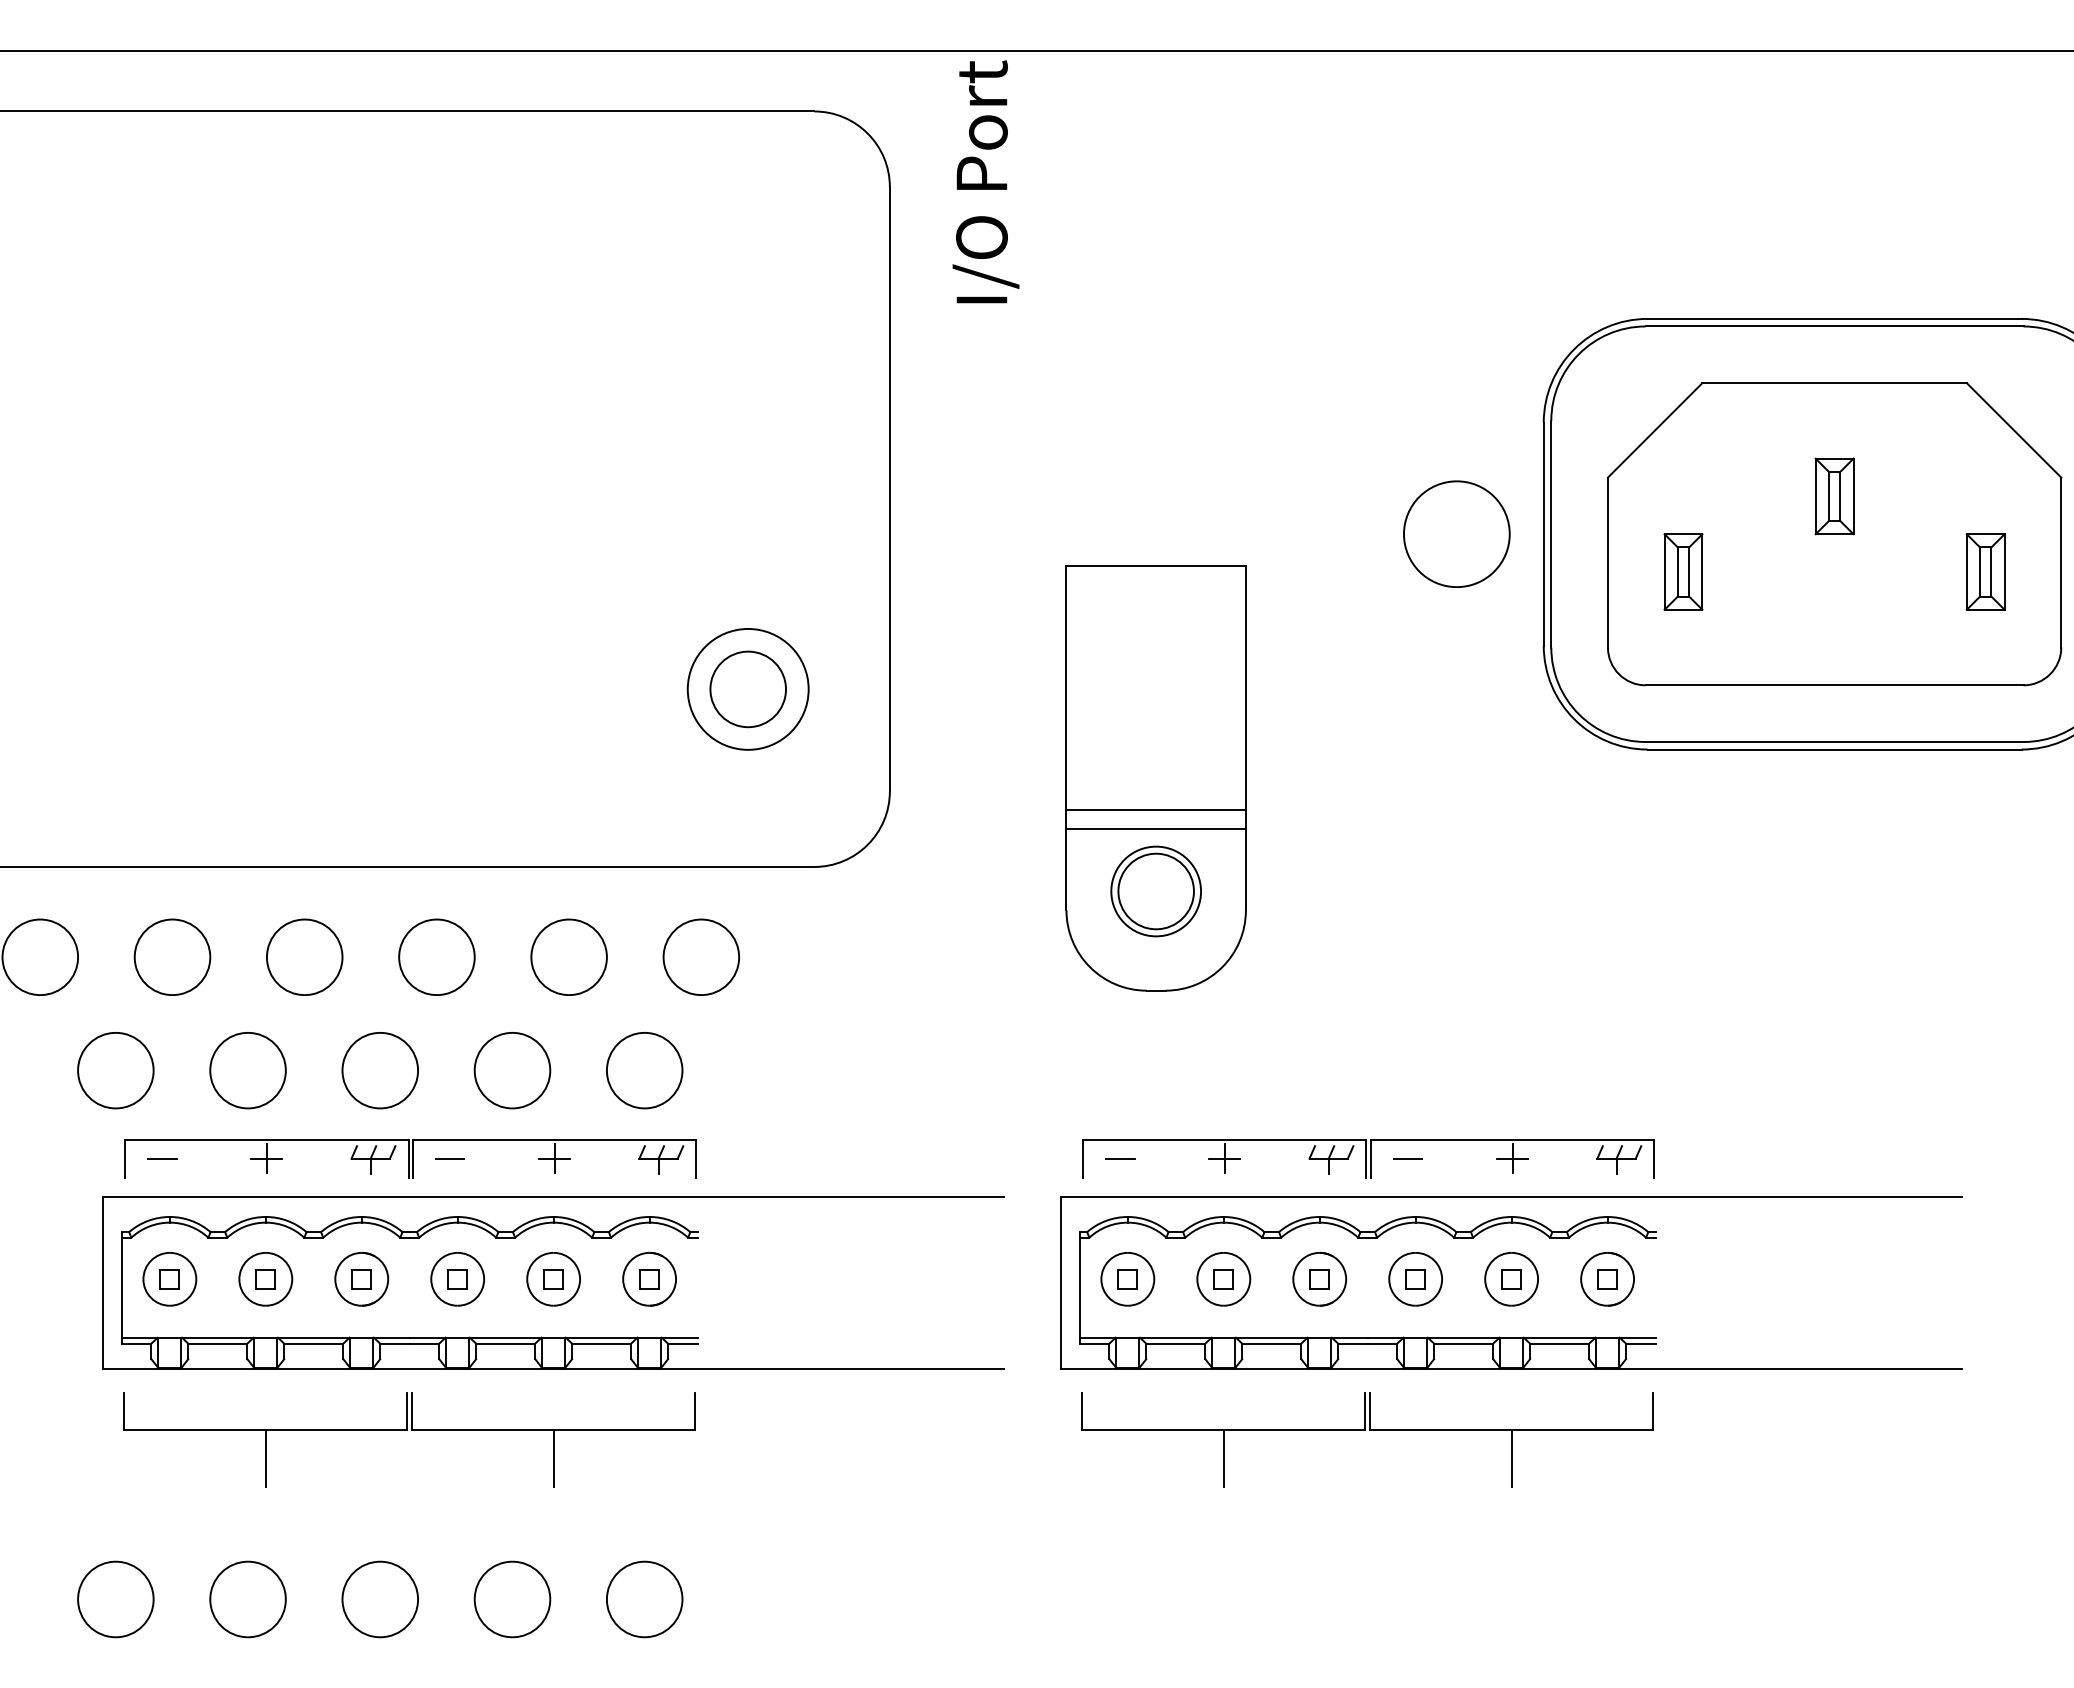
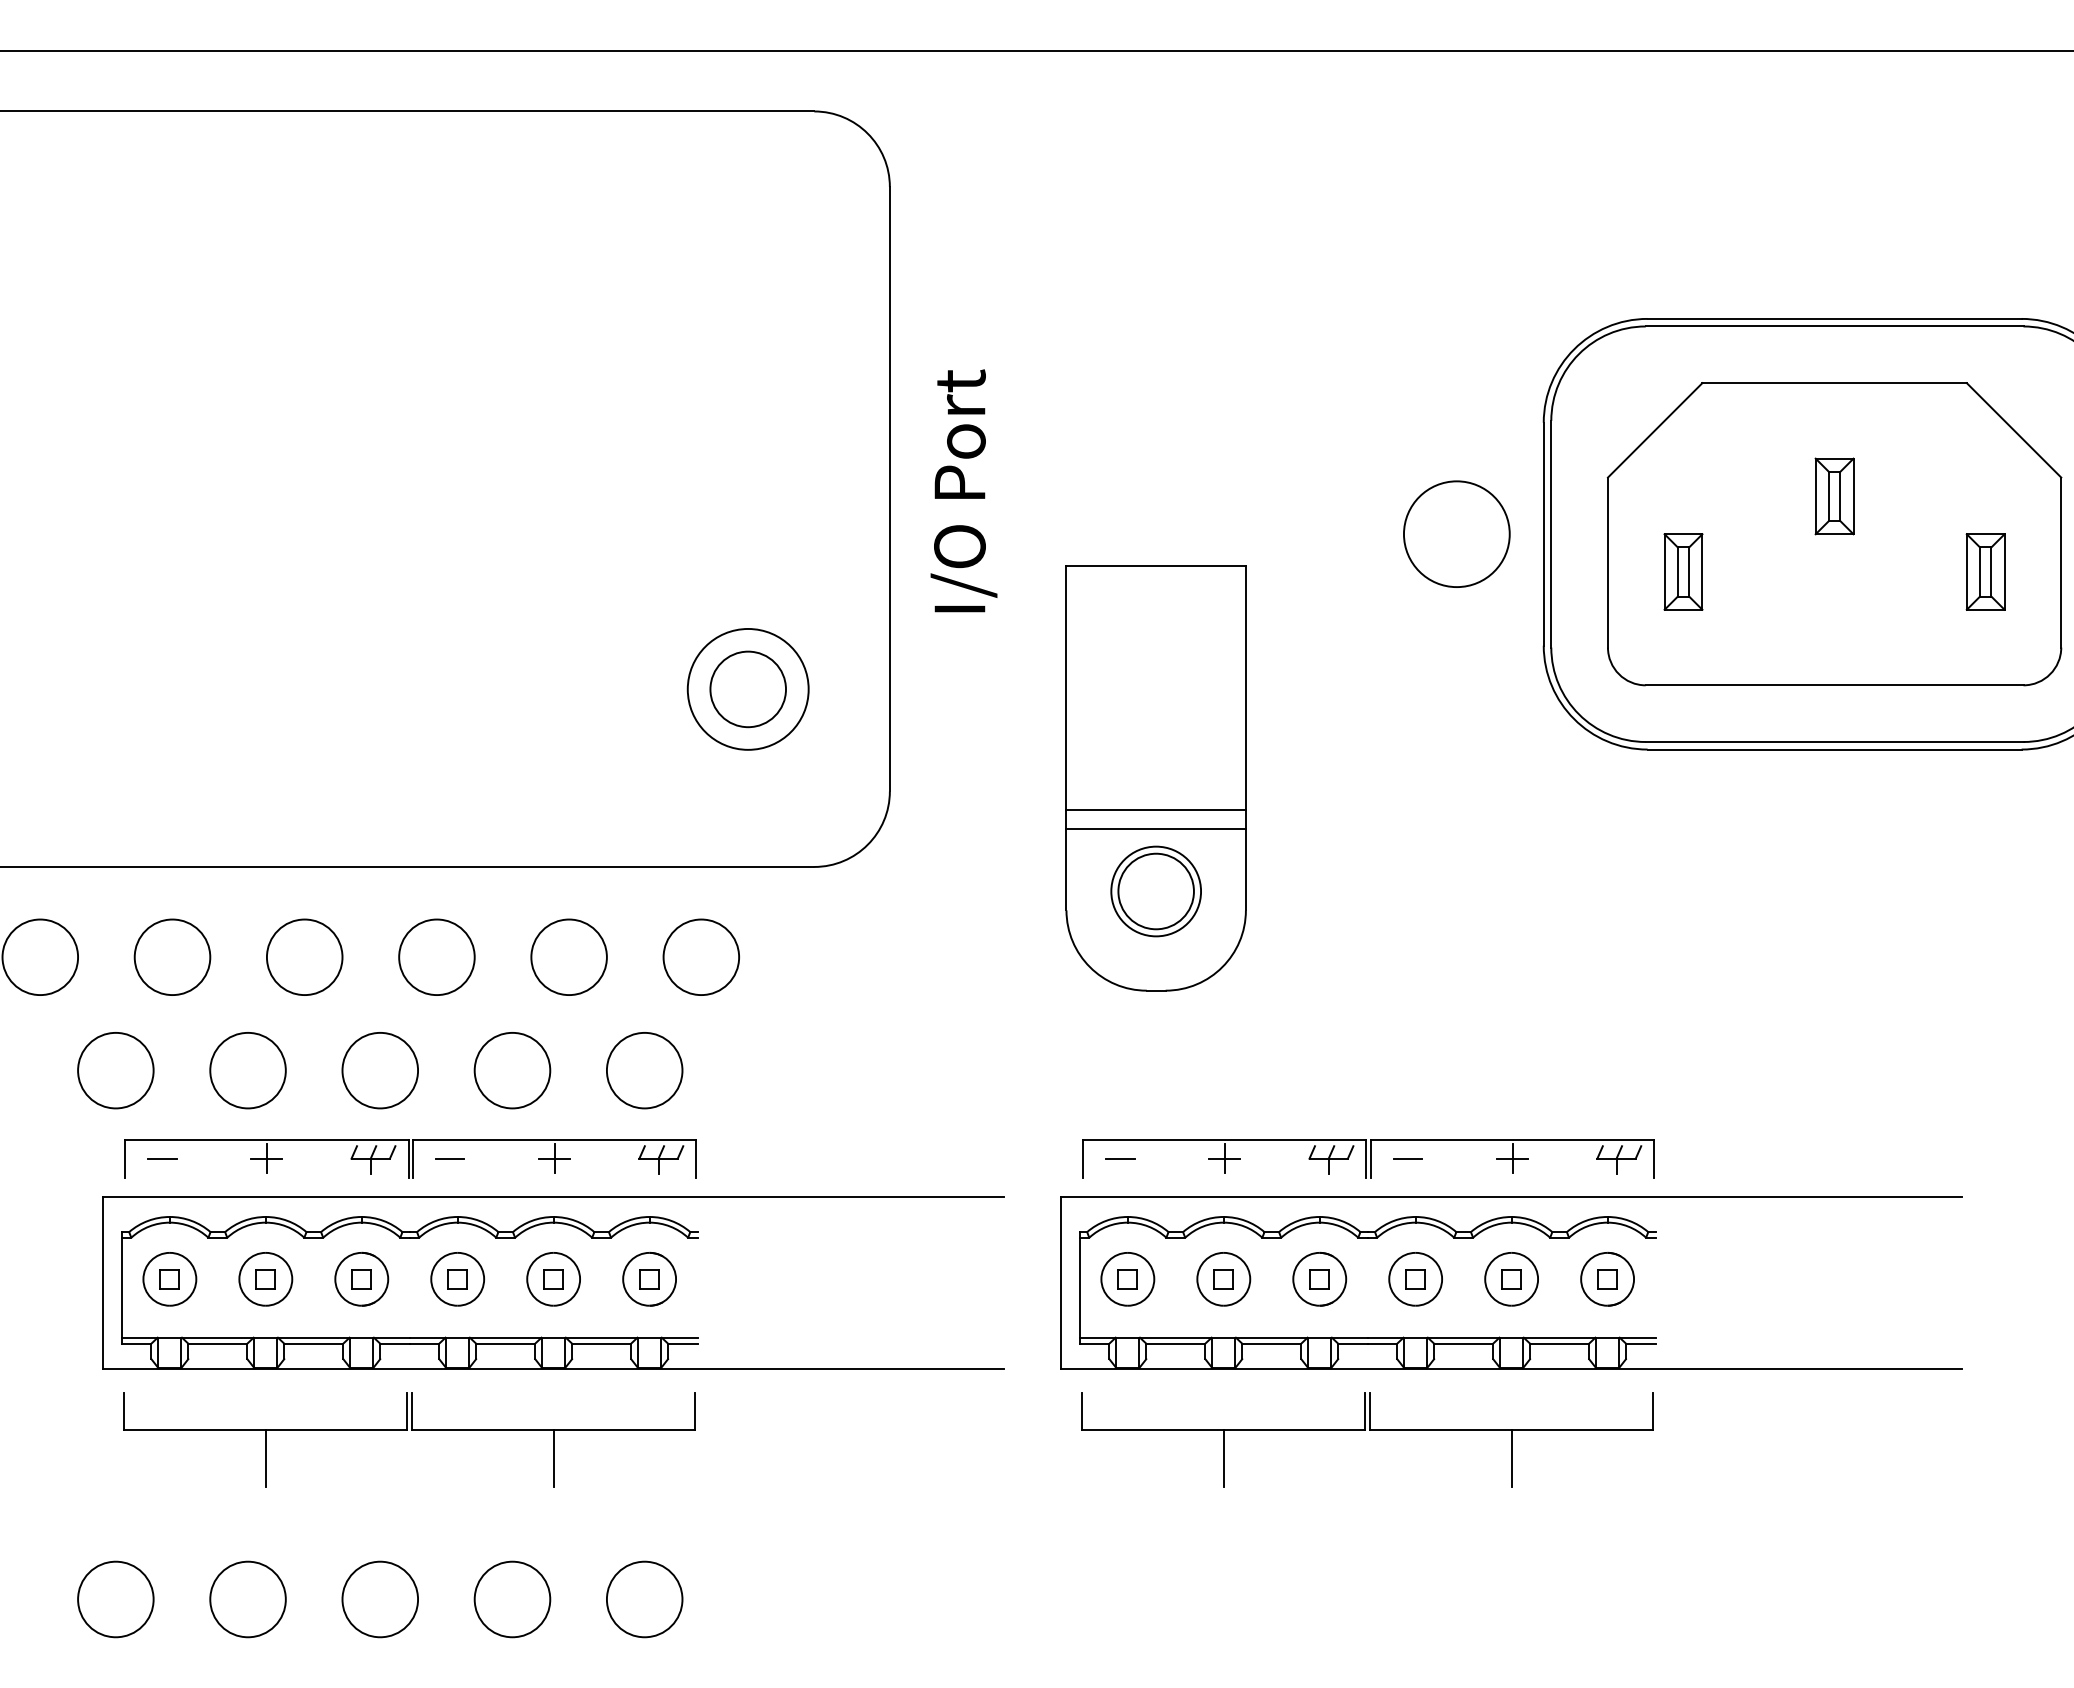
text at (985, 181) position: (985, 181) -> (963, 490)
